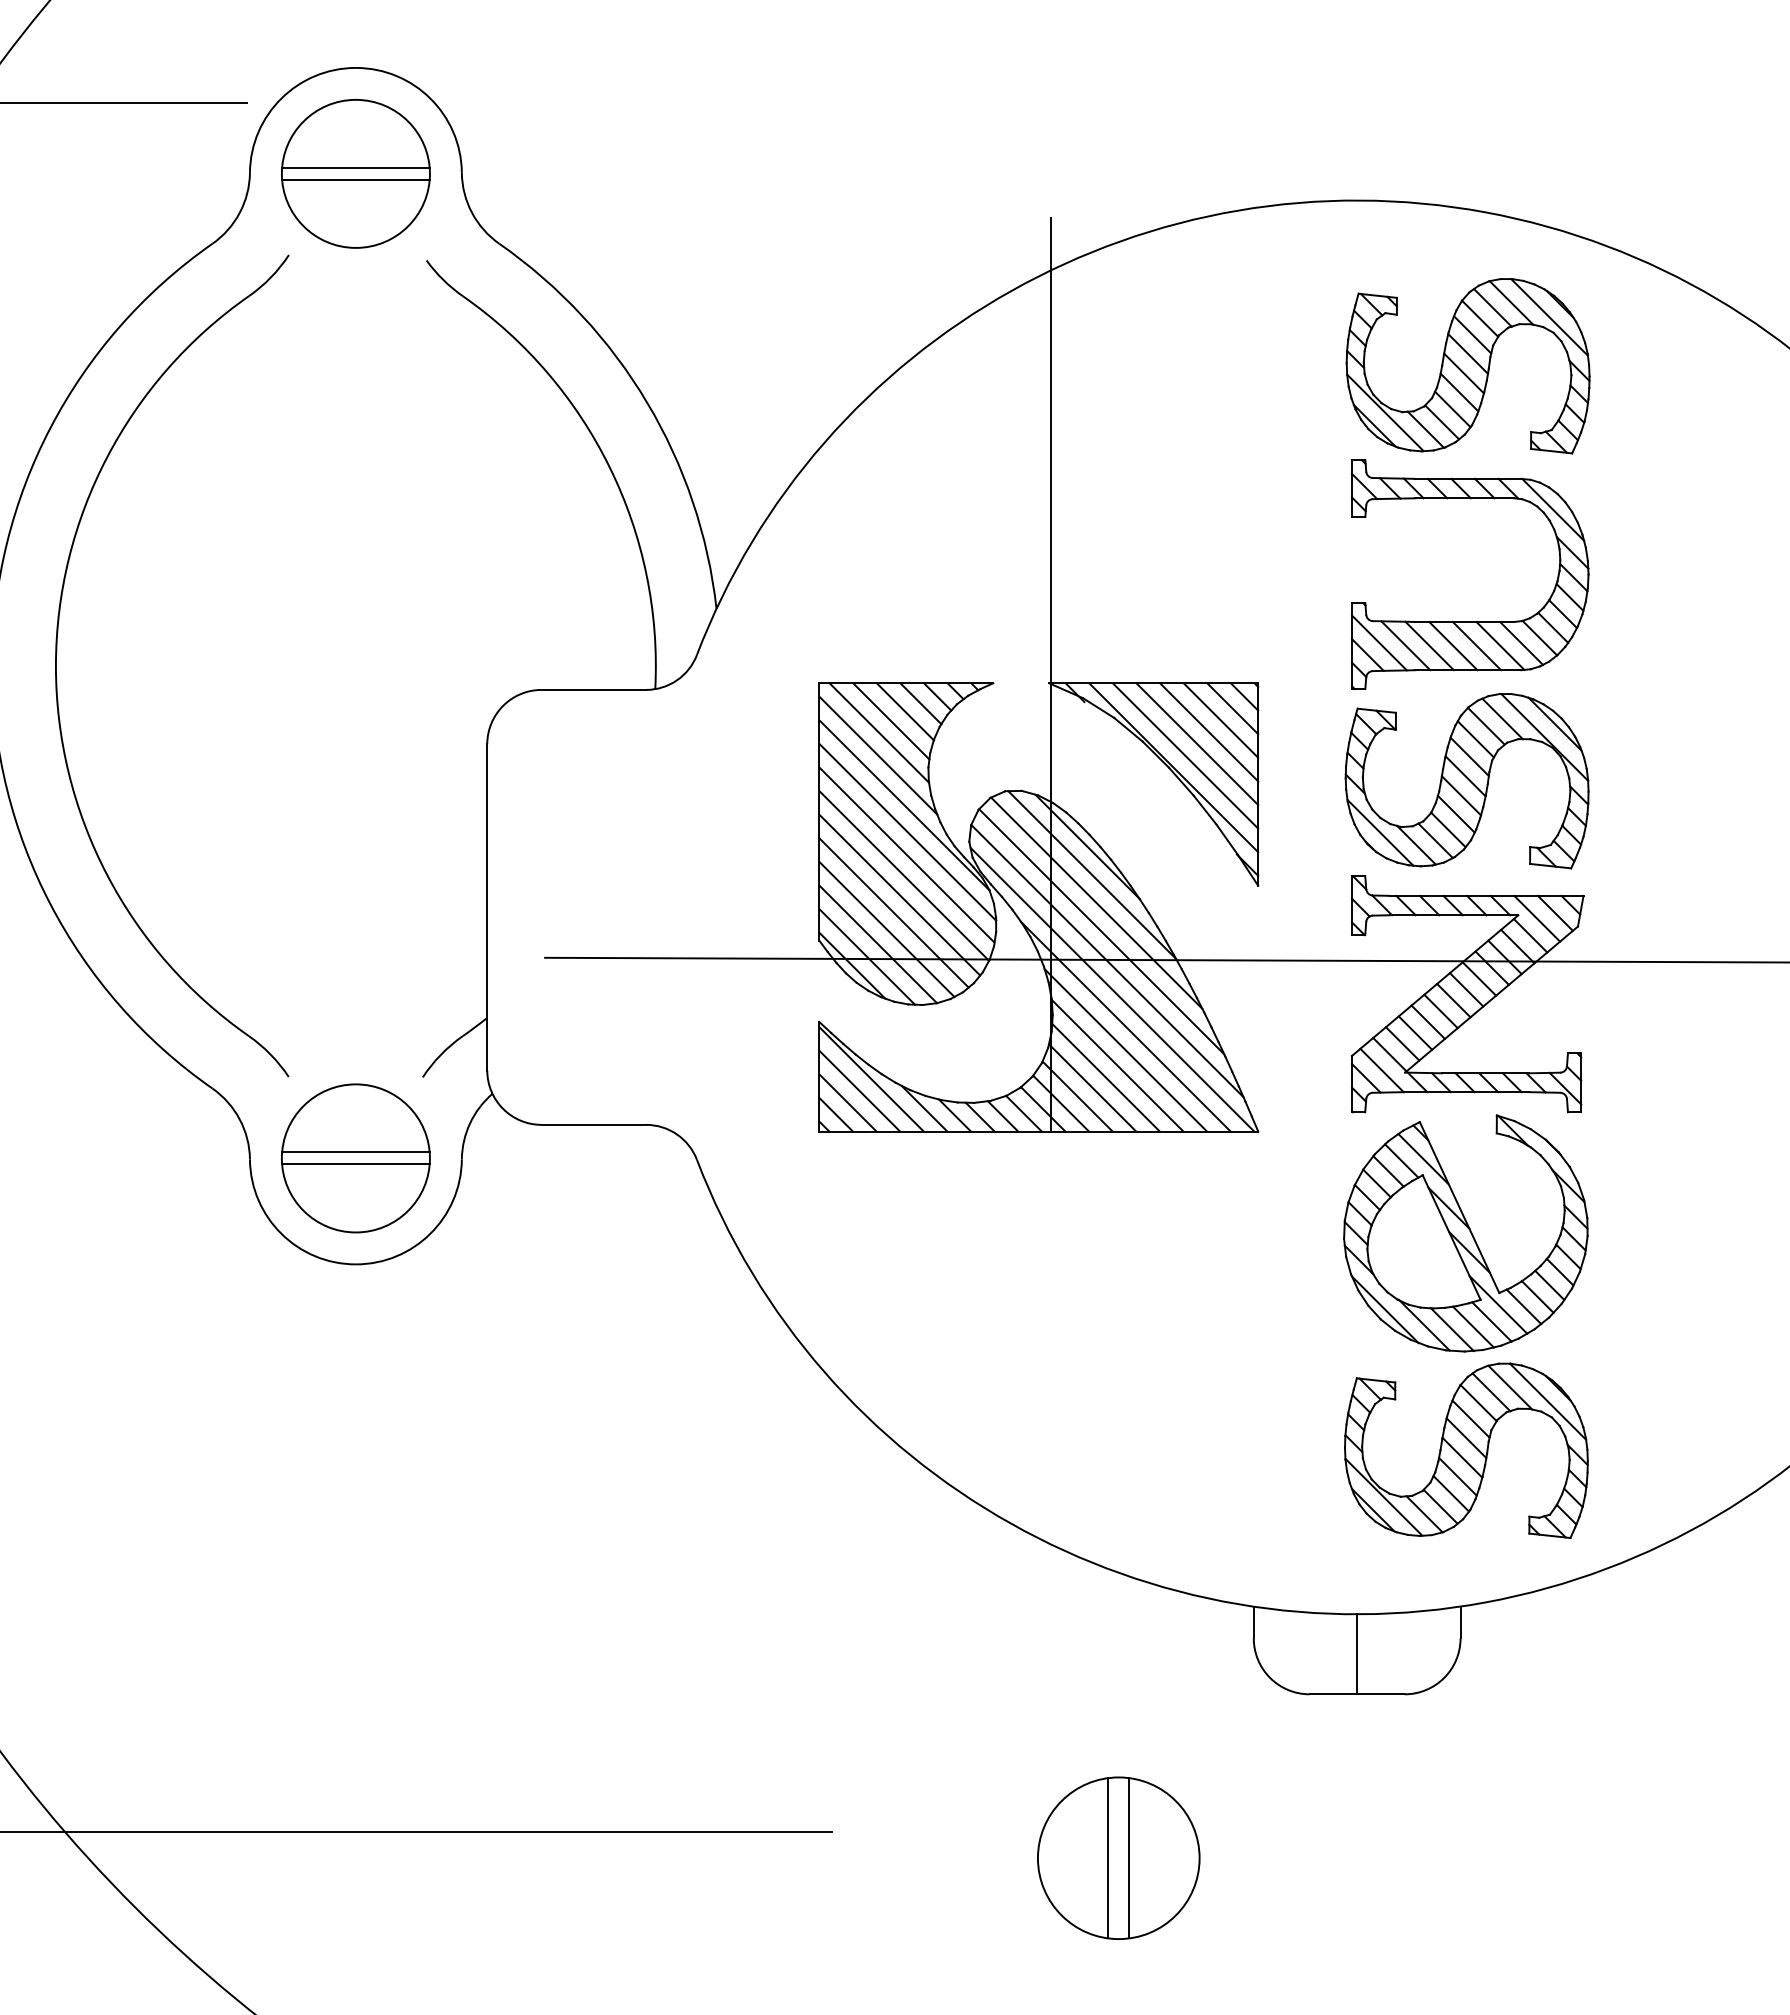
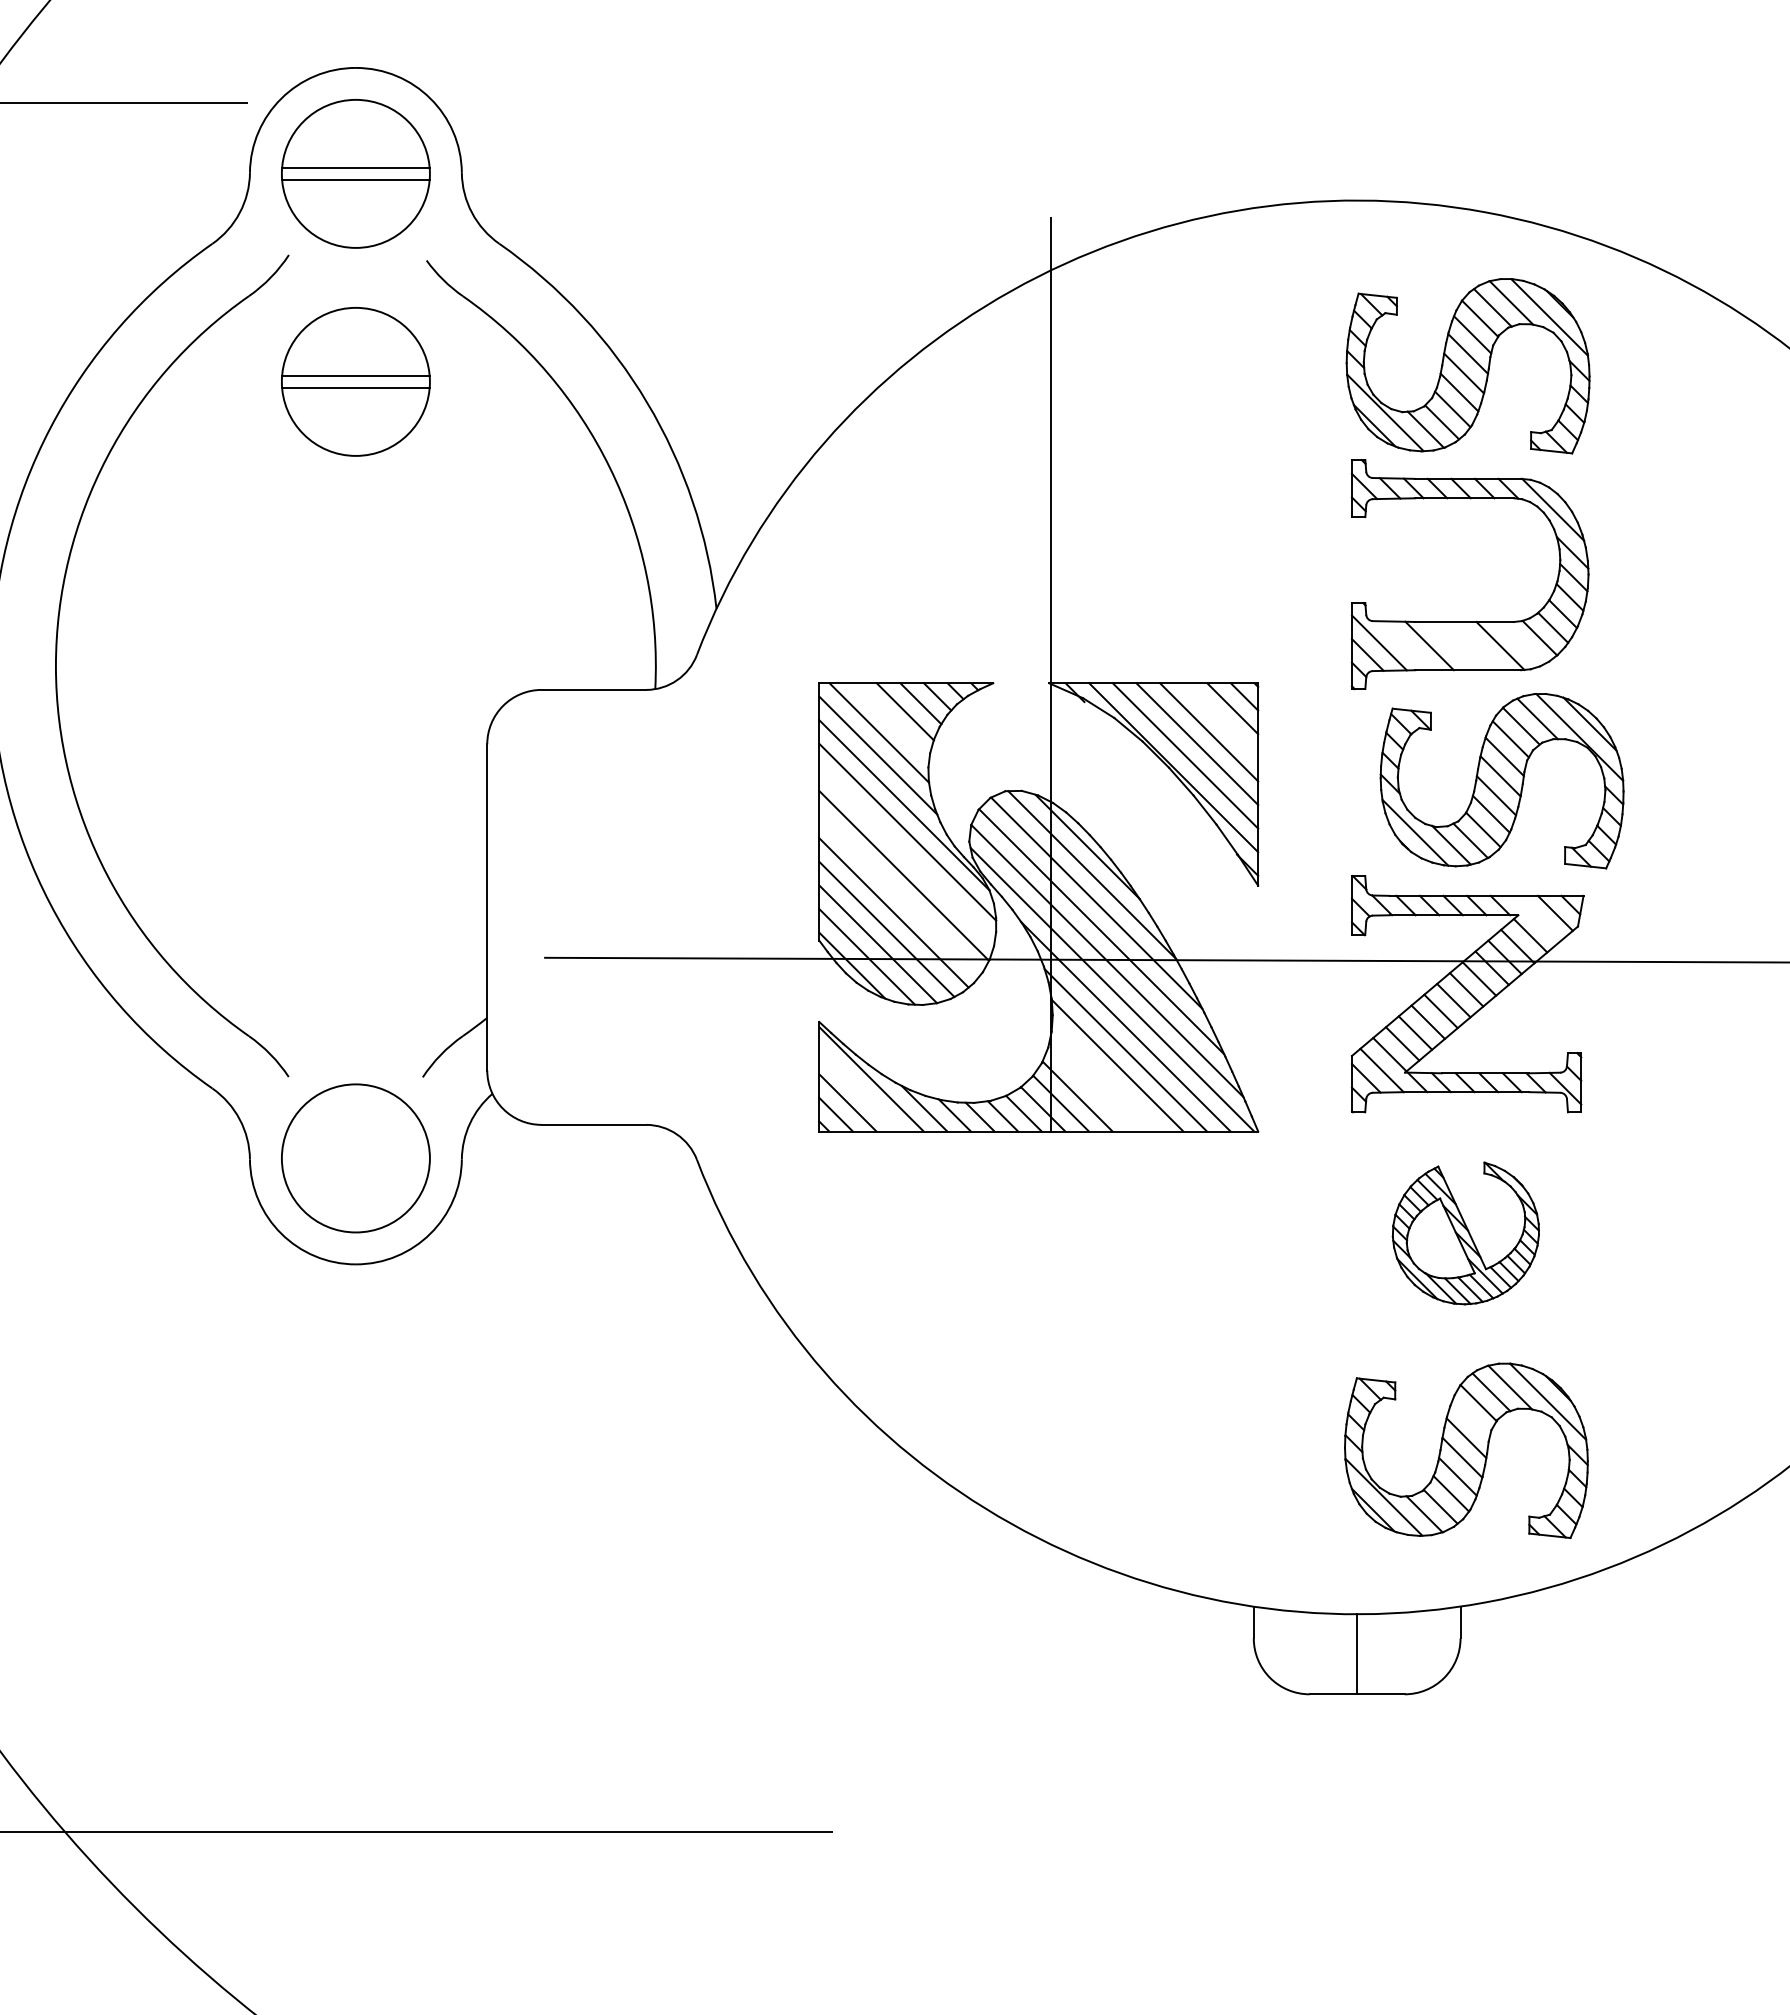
part at (355, 381): none -> present
line at (1521, 642): present -> none
line at (1405, 645): present -> none
line at (1453, 645): present -> none
line at (1476, 645): present -> none
line at (1220, 720): present -> none
line at (891, 721): present -> none
part at (1466, 781) position: (1466, 781) -> (1501, 781)
line at (906, 854): present -> none
line at (899, 894): present -> none
line at (1537, 918): present -> none
line at (1105, 1077): present -> none
line at (1092, 1087): present -> none
line at (859, 1090): present -> none
line at (355, 1151): present -> none
line at (355, 1163): present -> none
part at (1465, 1233) size: 246x239 px -> 149x145 px
line at (1470, 1418): present -> none
part at (1118, 1857): present -> none
